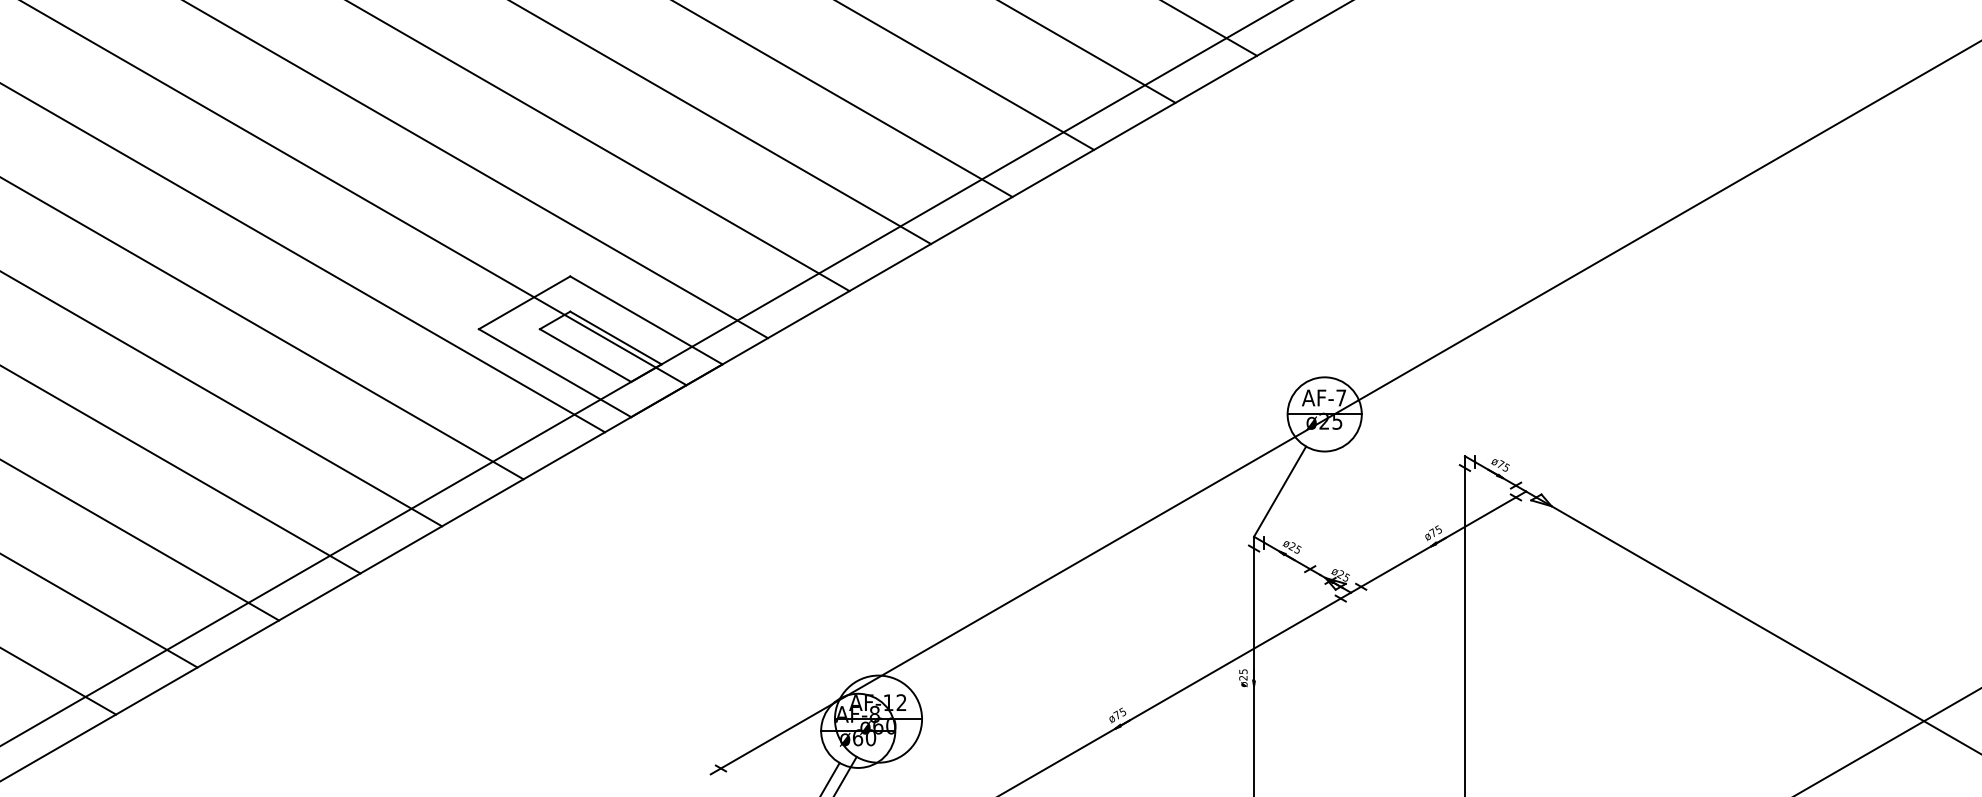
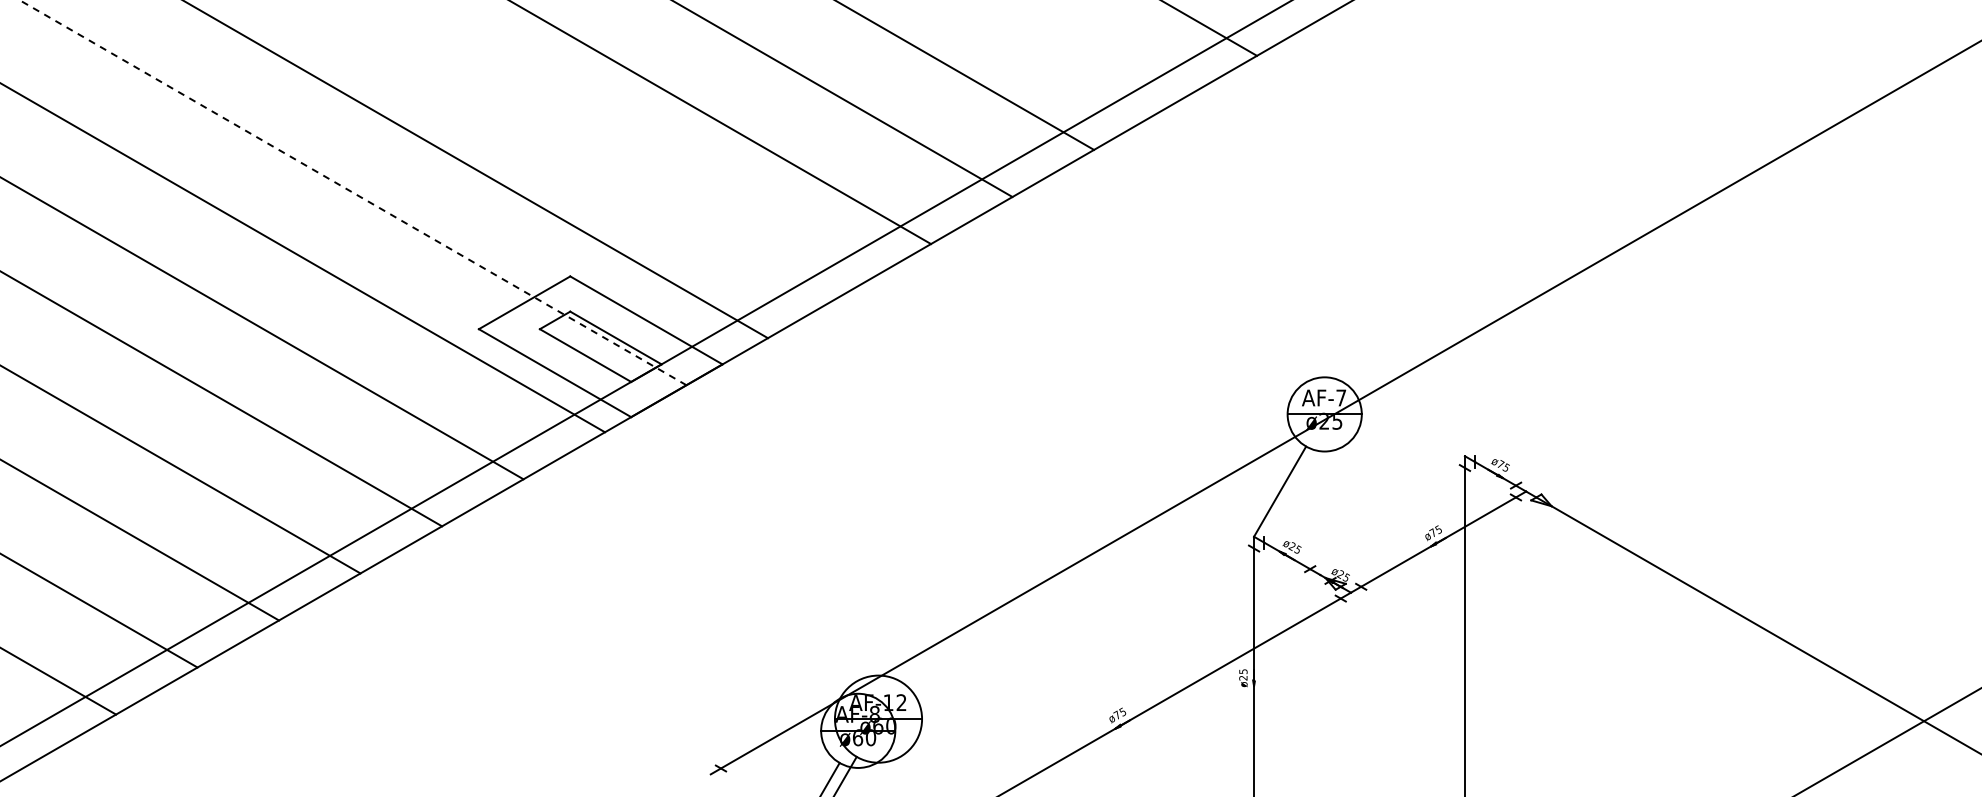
line at (1088, 52): present -> none
line at (599, 146): present -> none
line at (353, 192): solid -> dashed
